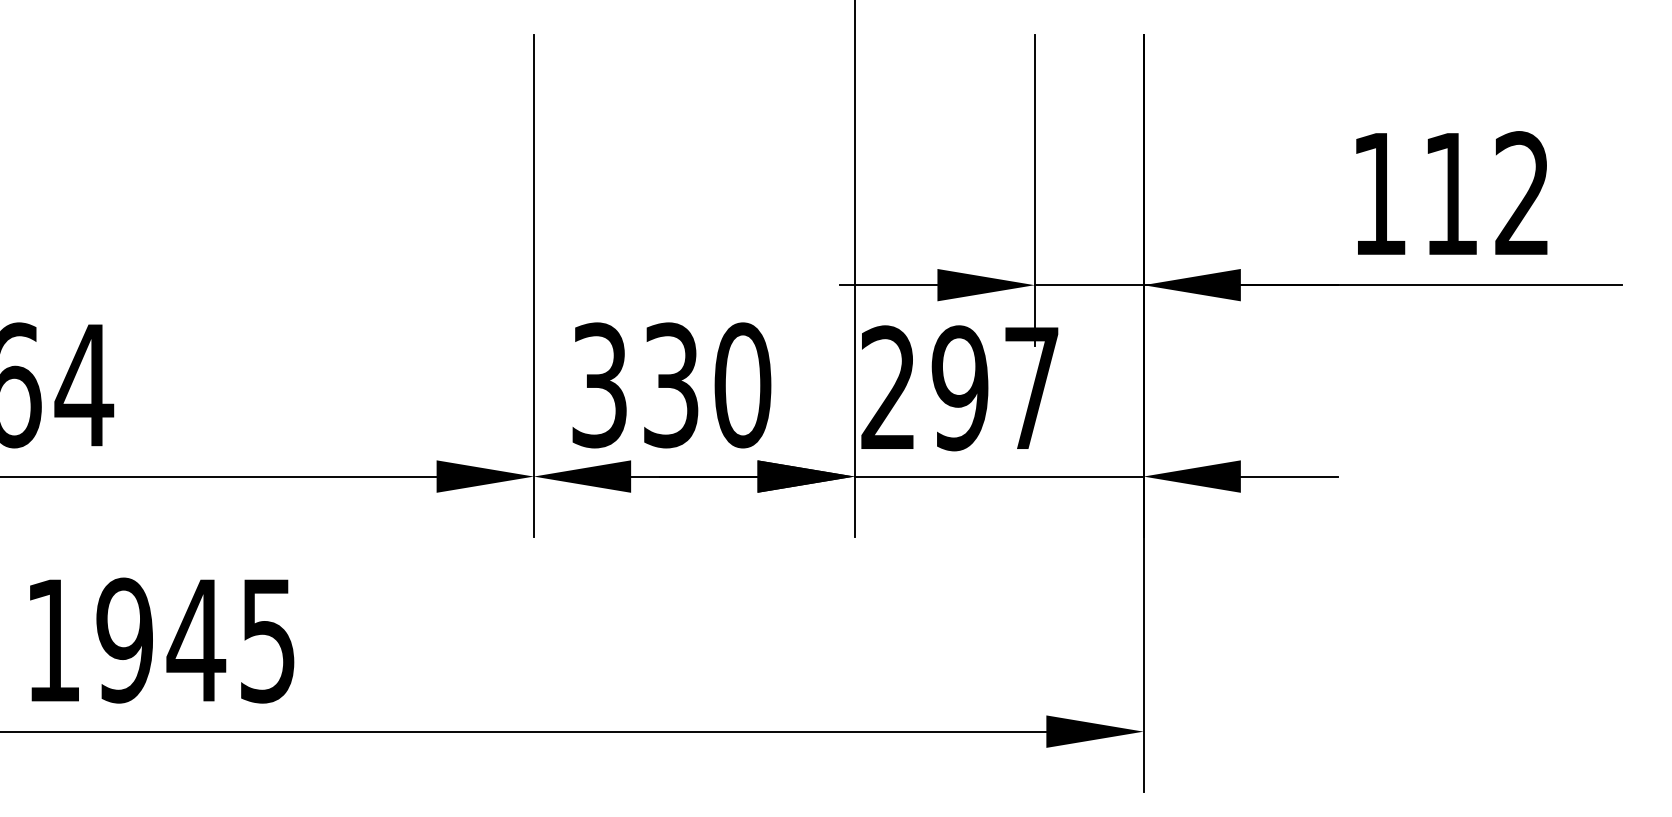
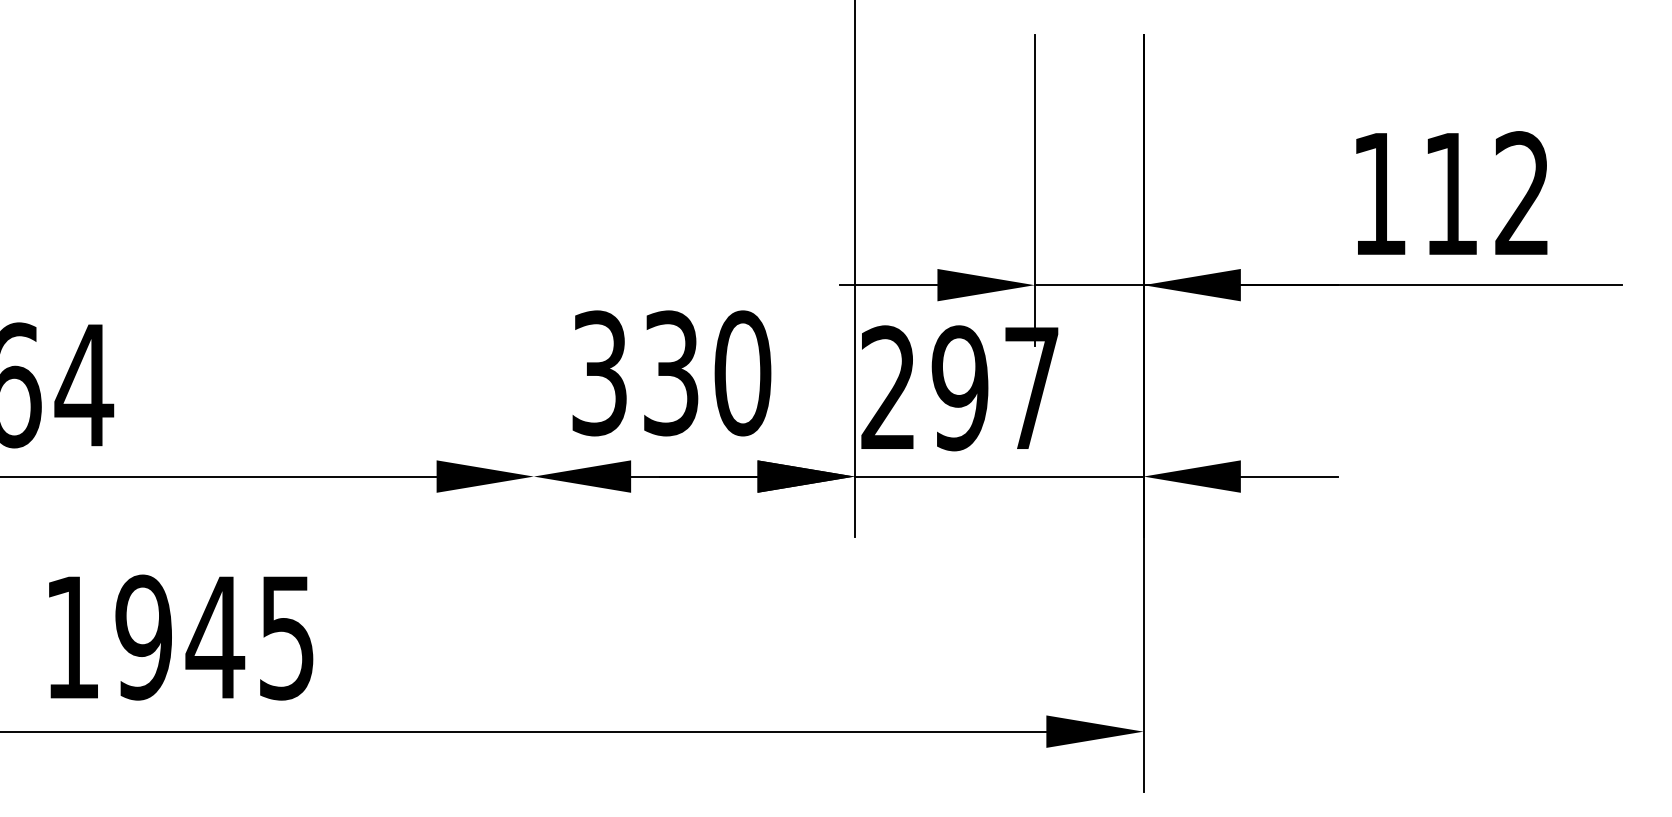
line at (533, 286): present -> none
text at (671, 385) position: (671, 385) -> (671, 373)
text at (162, 640) position: (162, 640) -> (181, 637)
